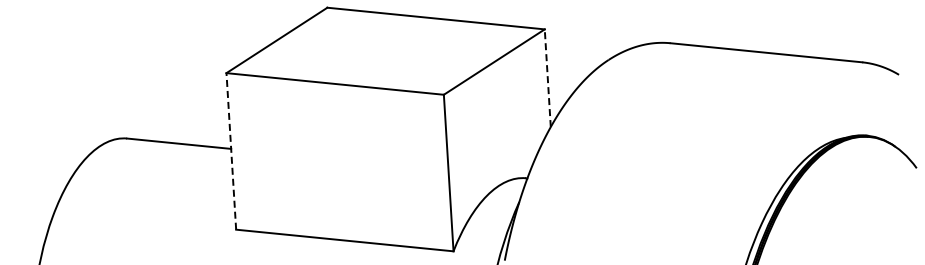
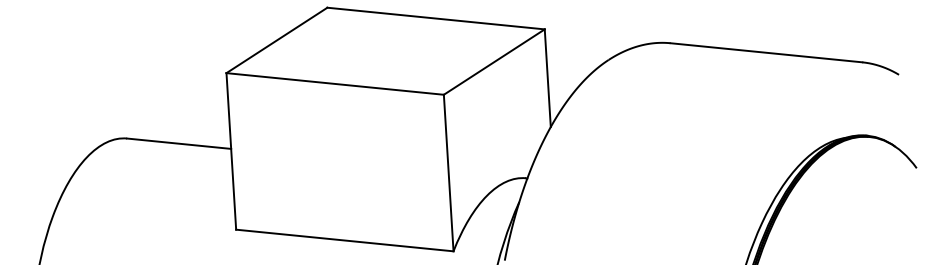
line at (547, 78): dashed -> solid
line at (231, 150): dashed -> solid
